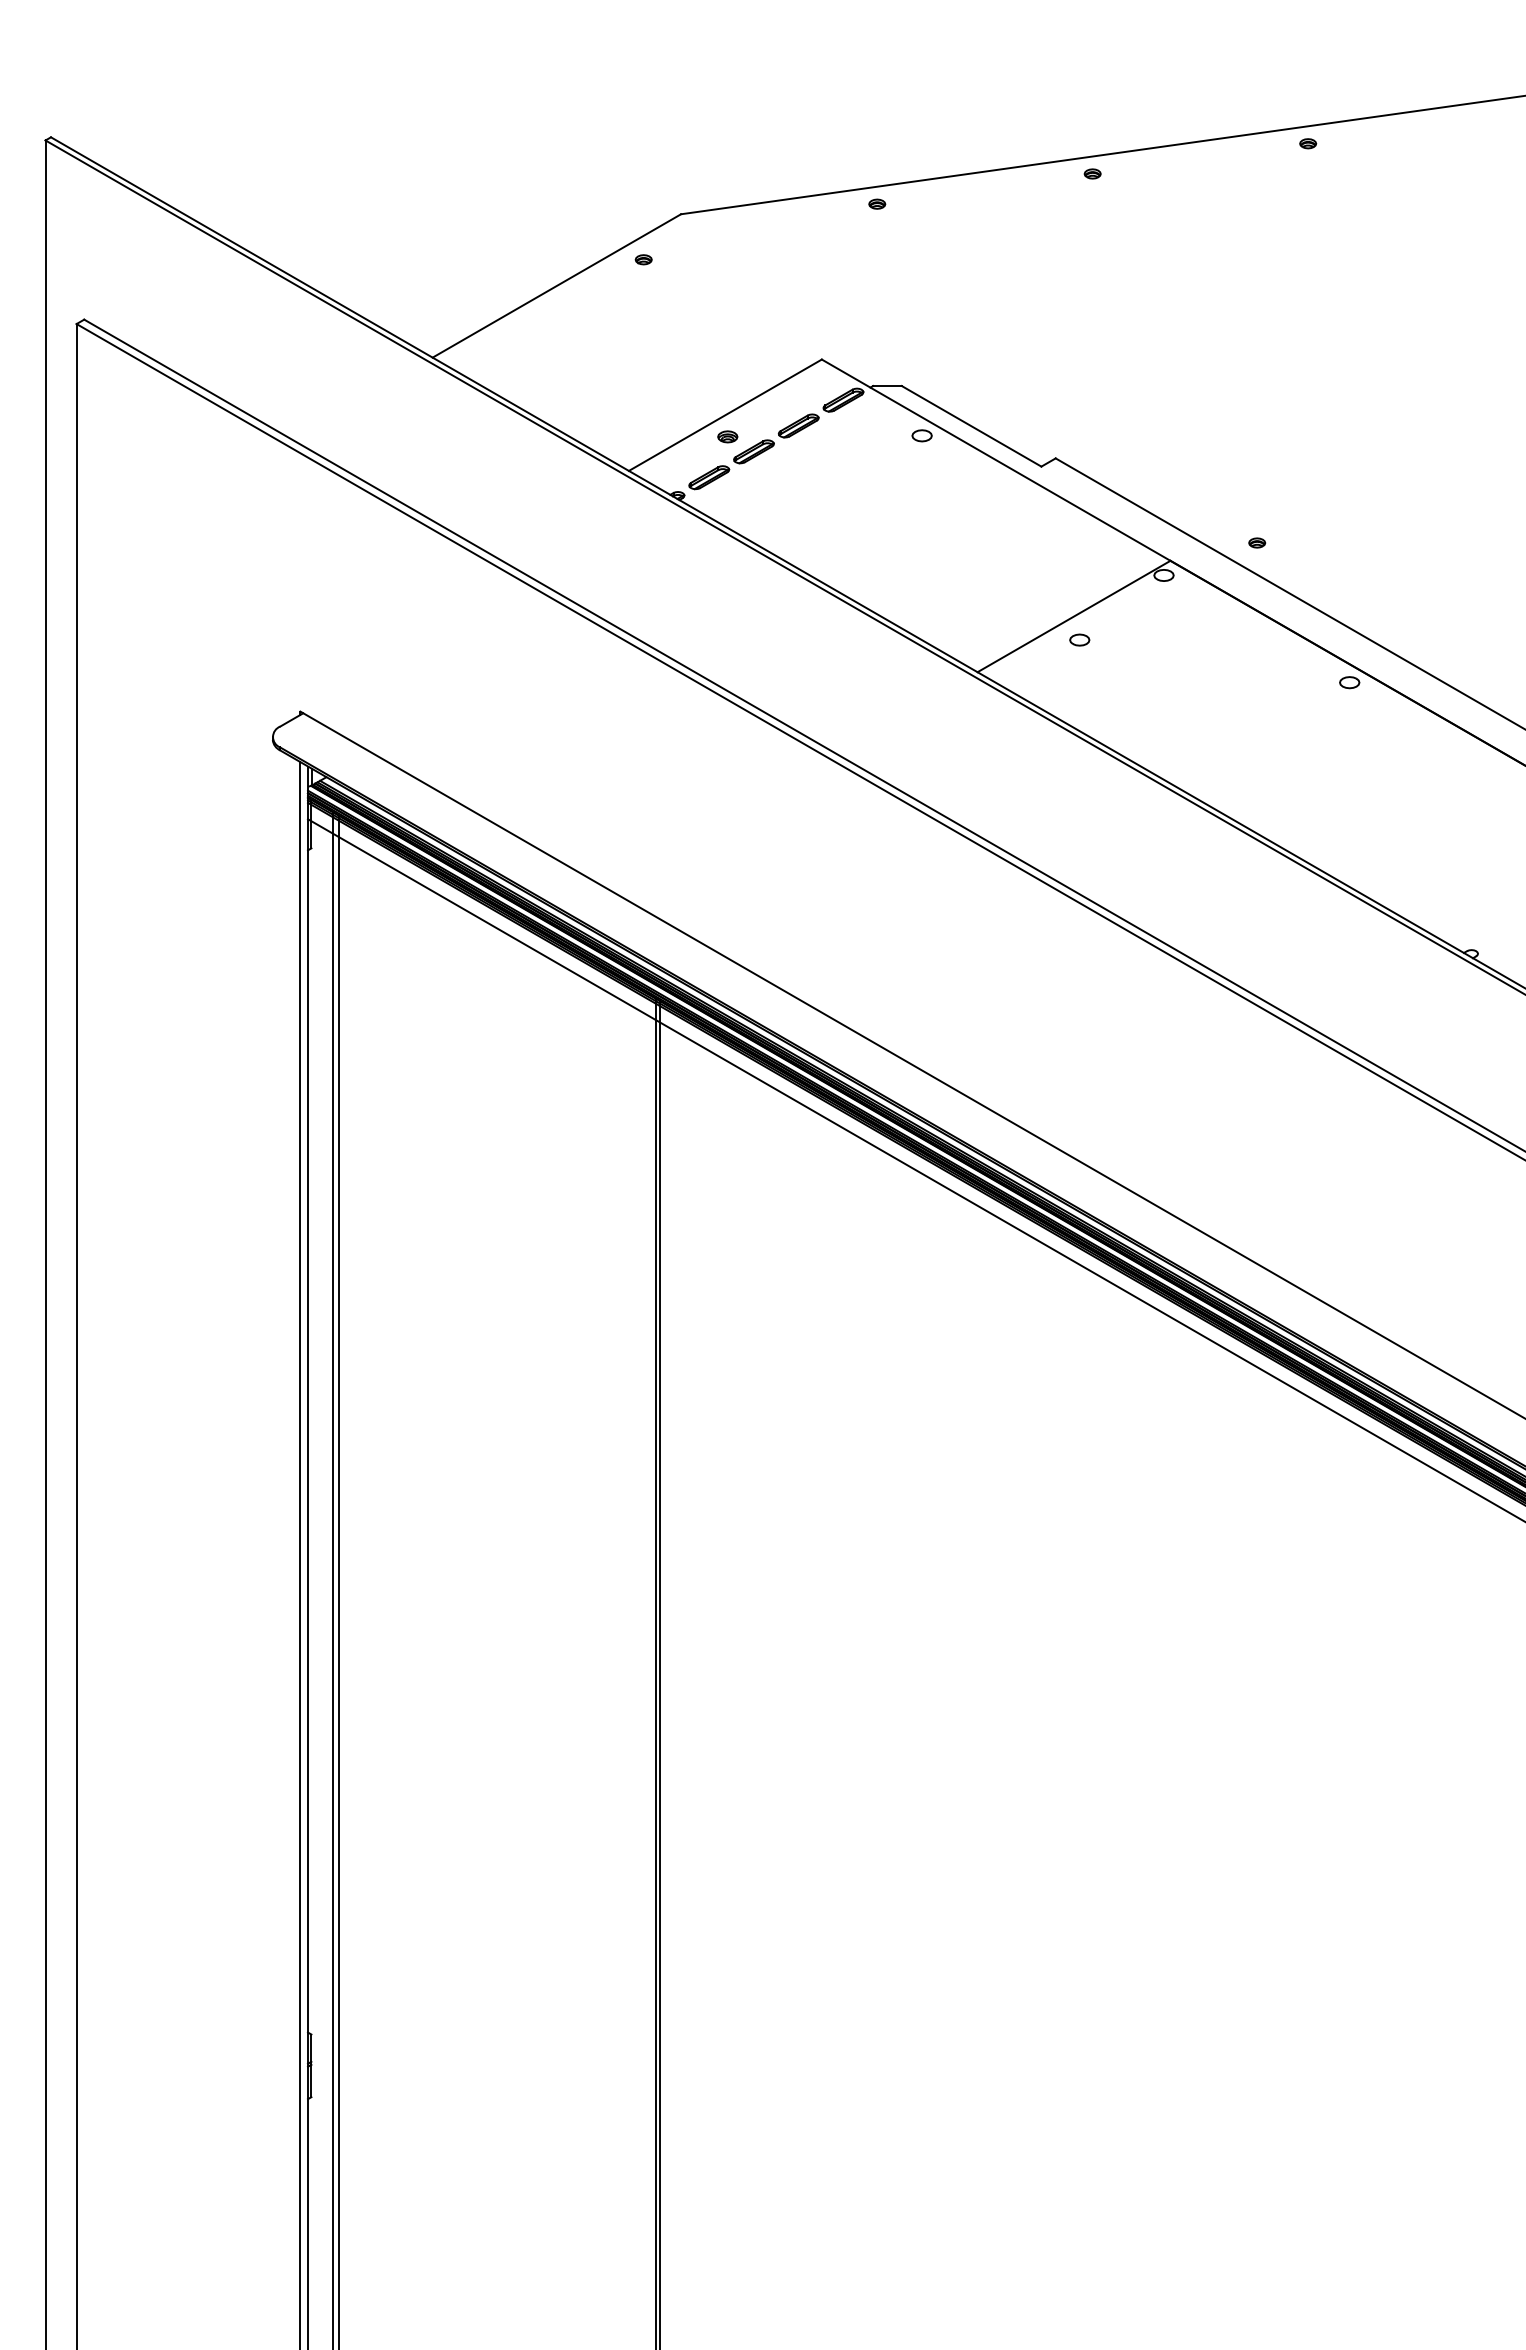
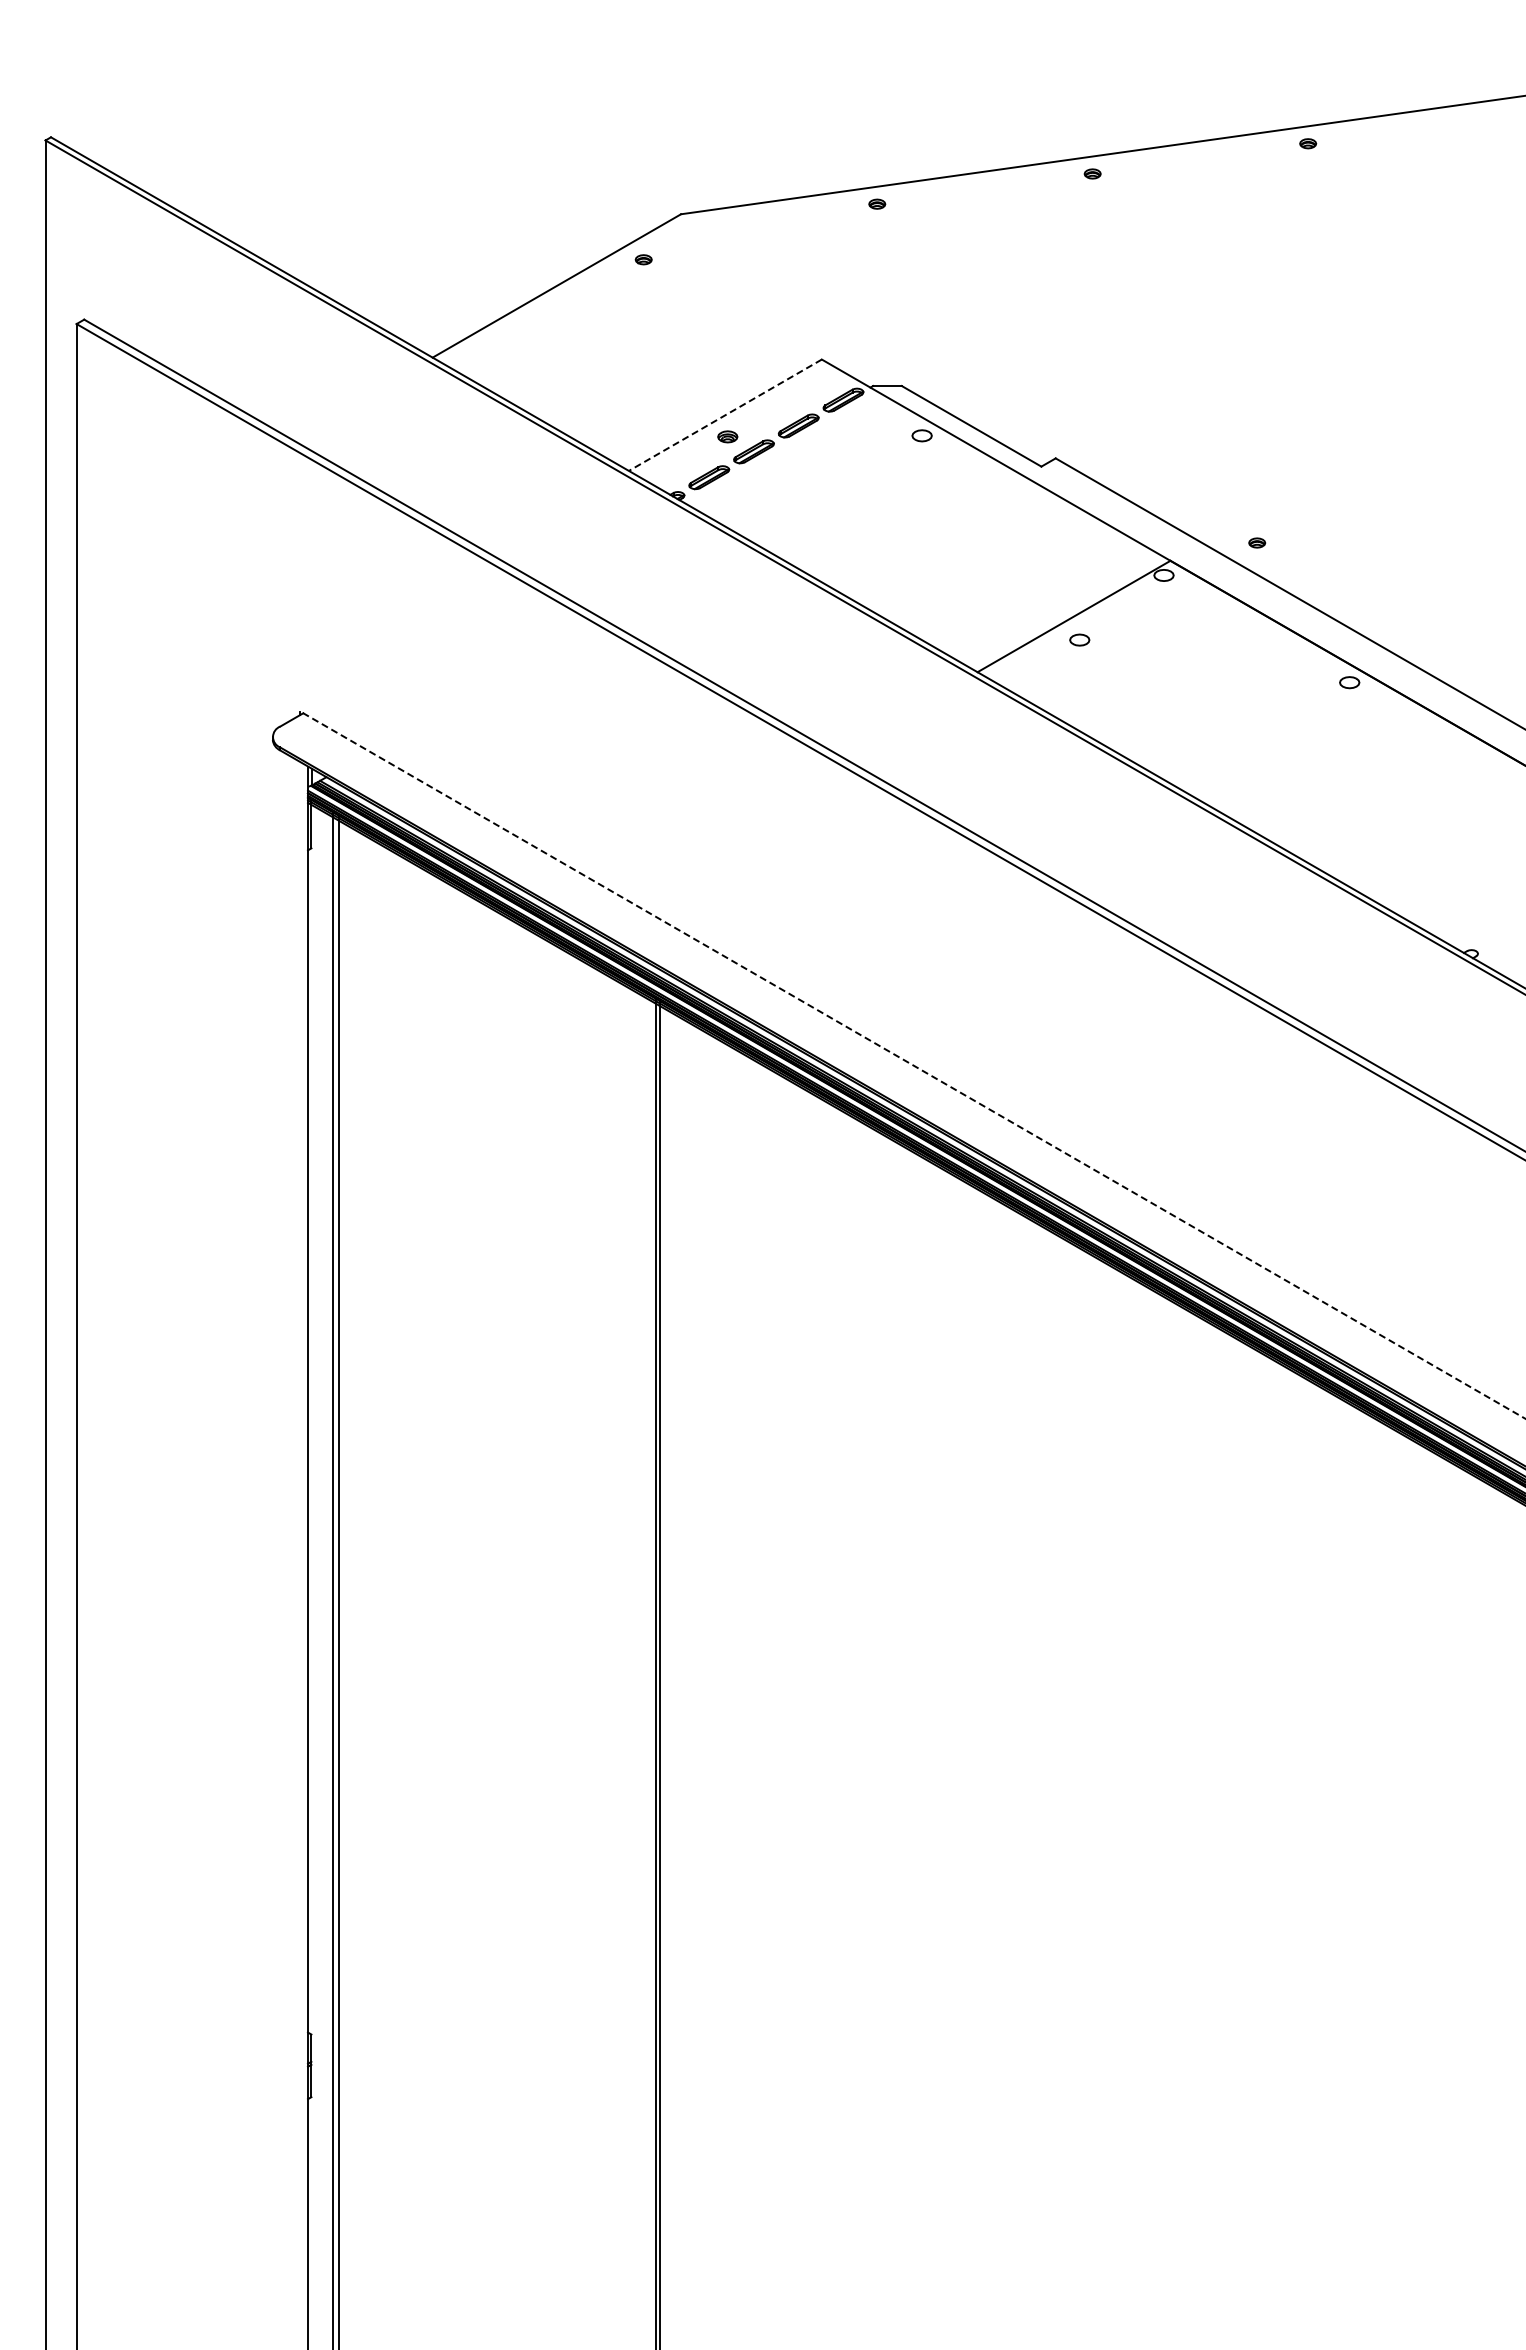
line at (724, 415): solid -> dashed
line at (912, 1065): solid -> dashed
line at (914, 1169): present -> none
line at (300, 1554): present -> none
